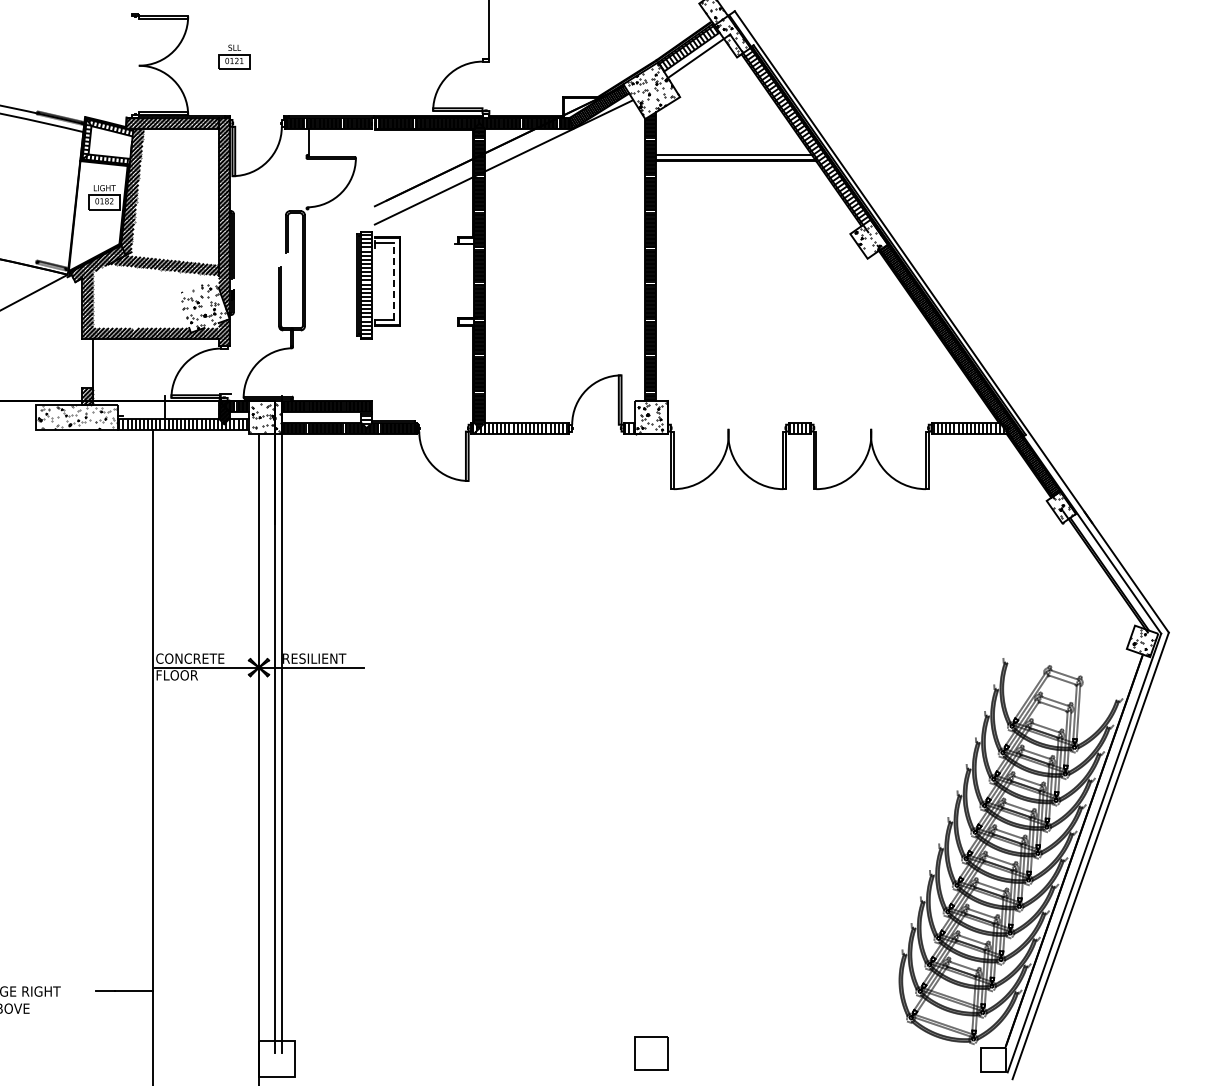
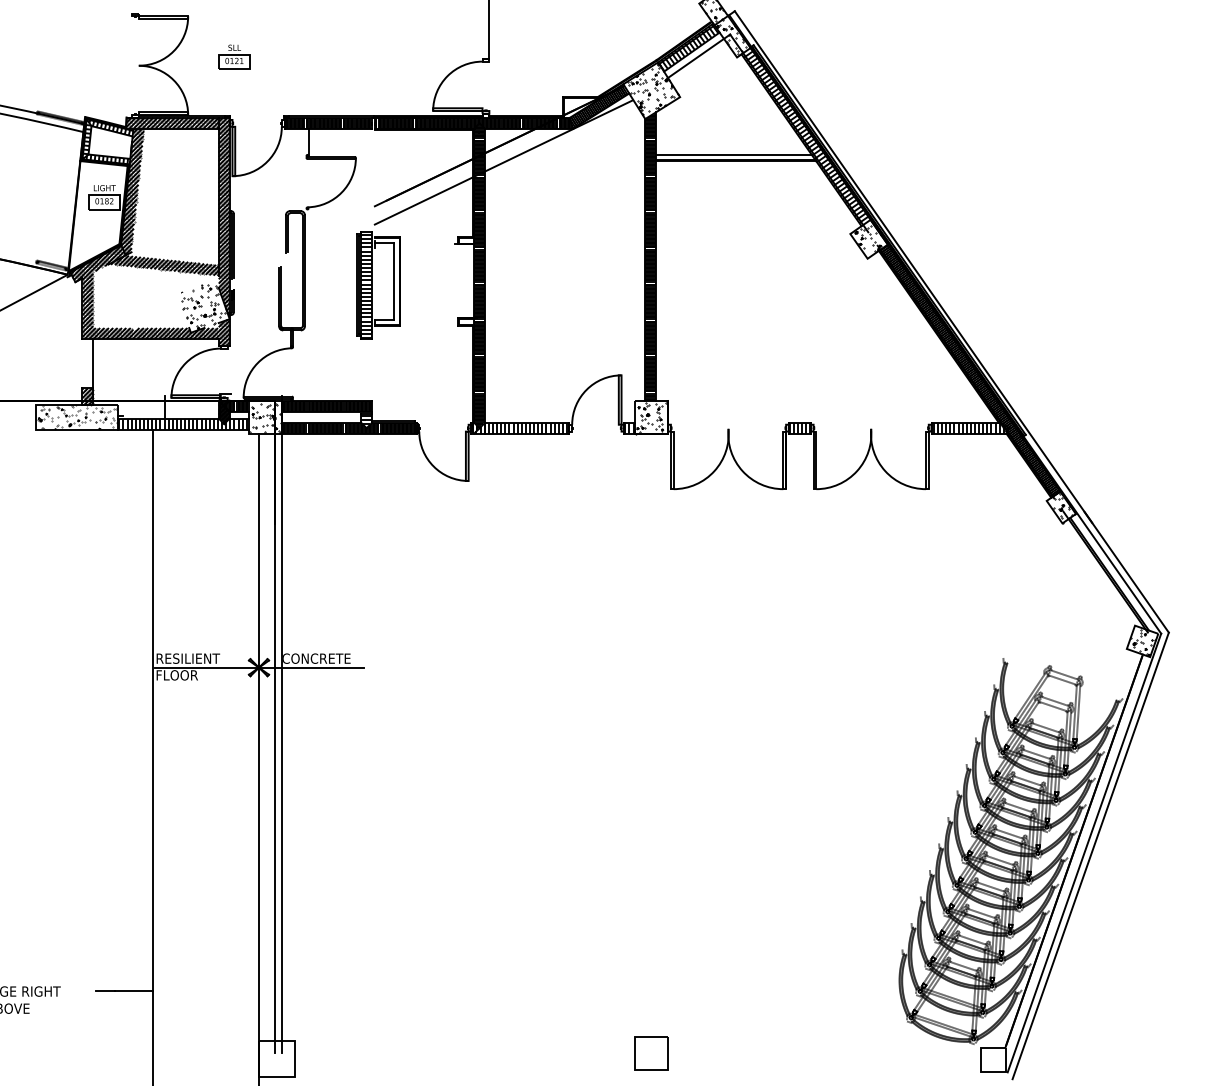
line at (394, 280): dashed -> solid
text at (190, 658): CONCRETE -> RESILIENT
text at (316, 658): RESILIENT -> CONCRETE
